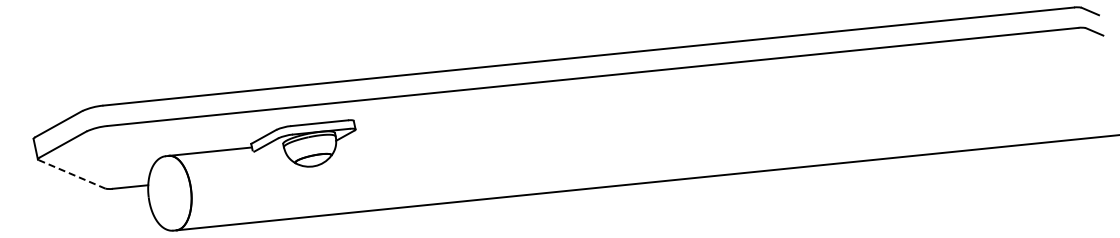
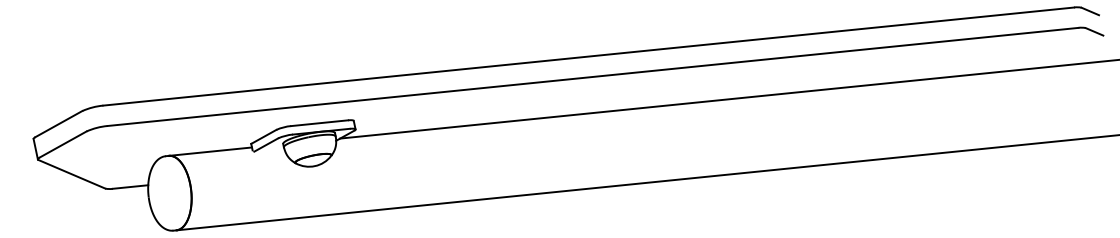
line at (728, 99): none -> present
line at (72, 174): dashed -> solid
